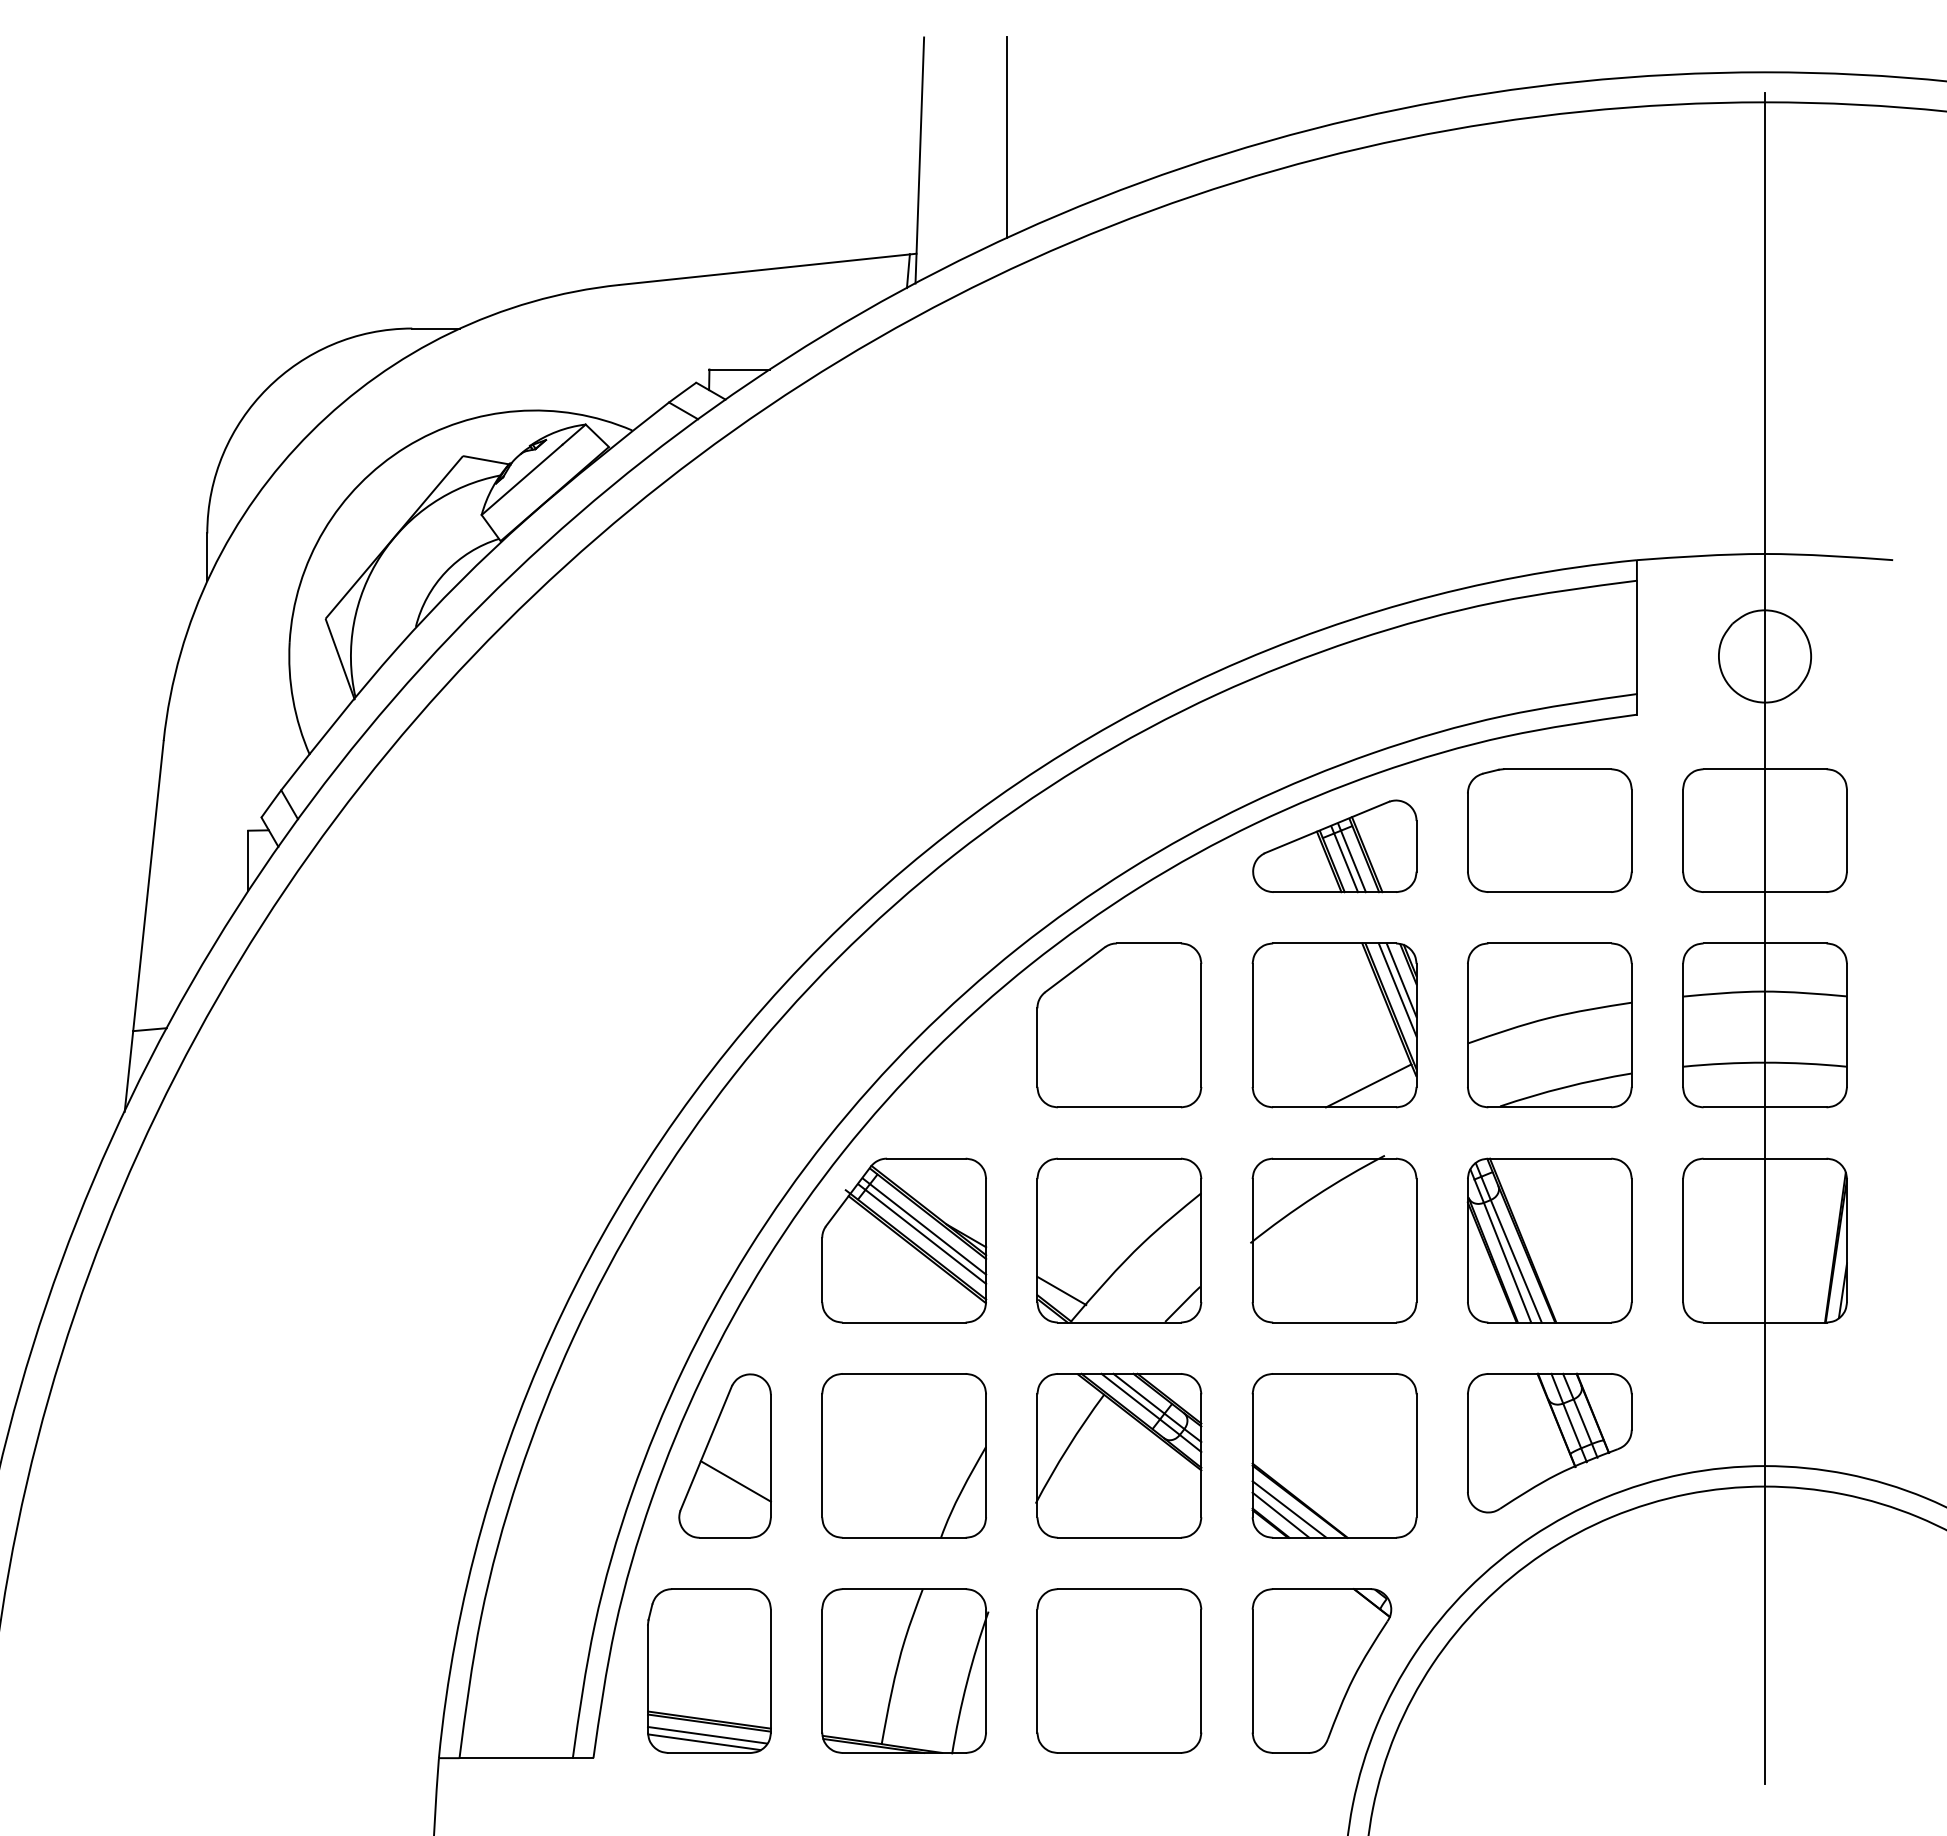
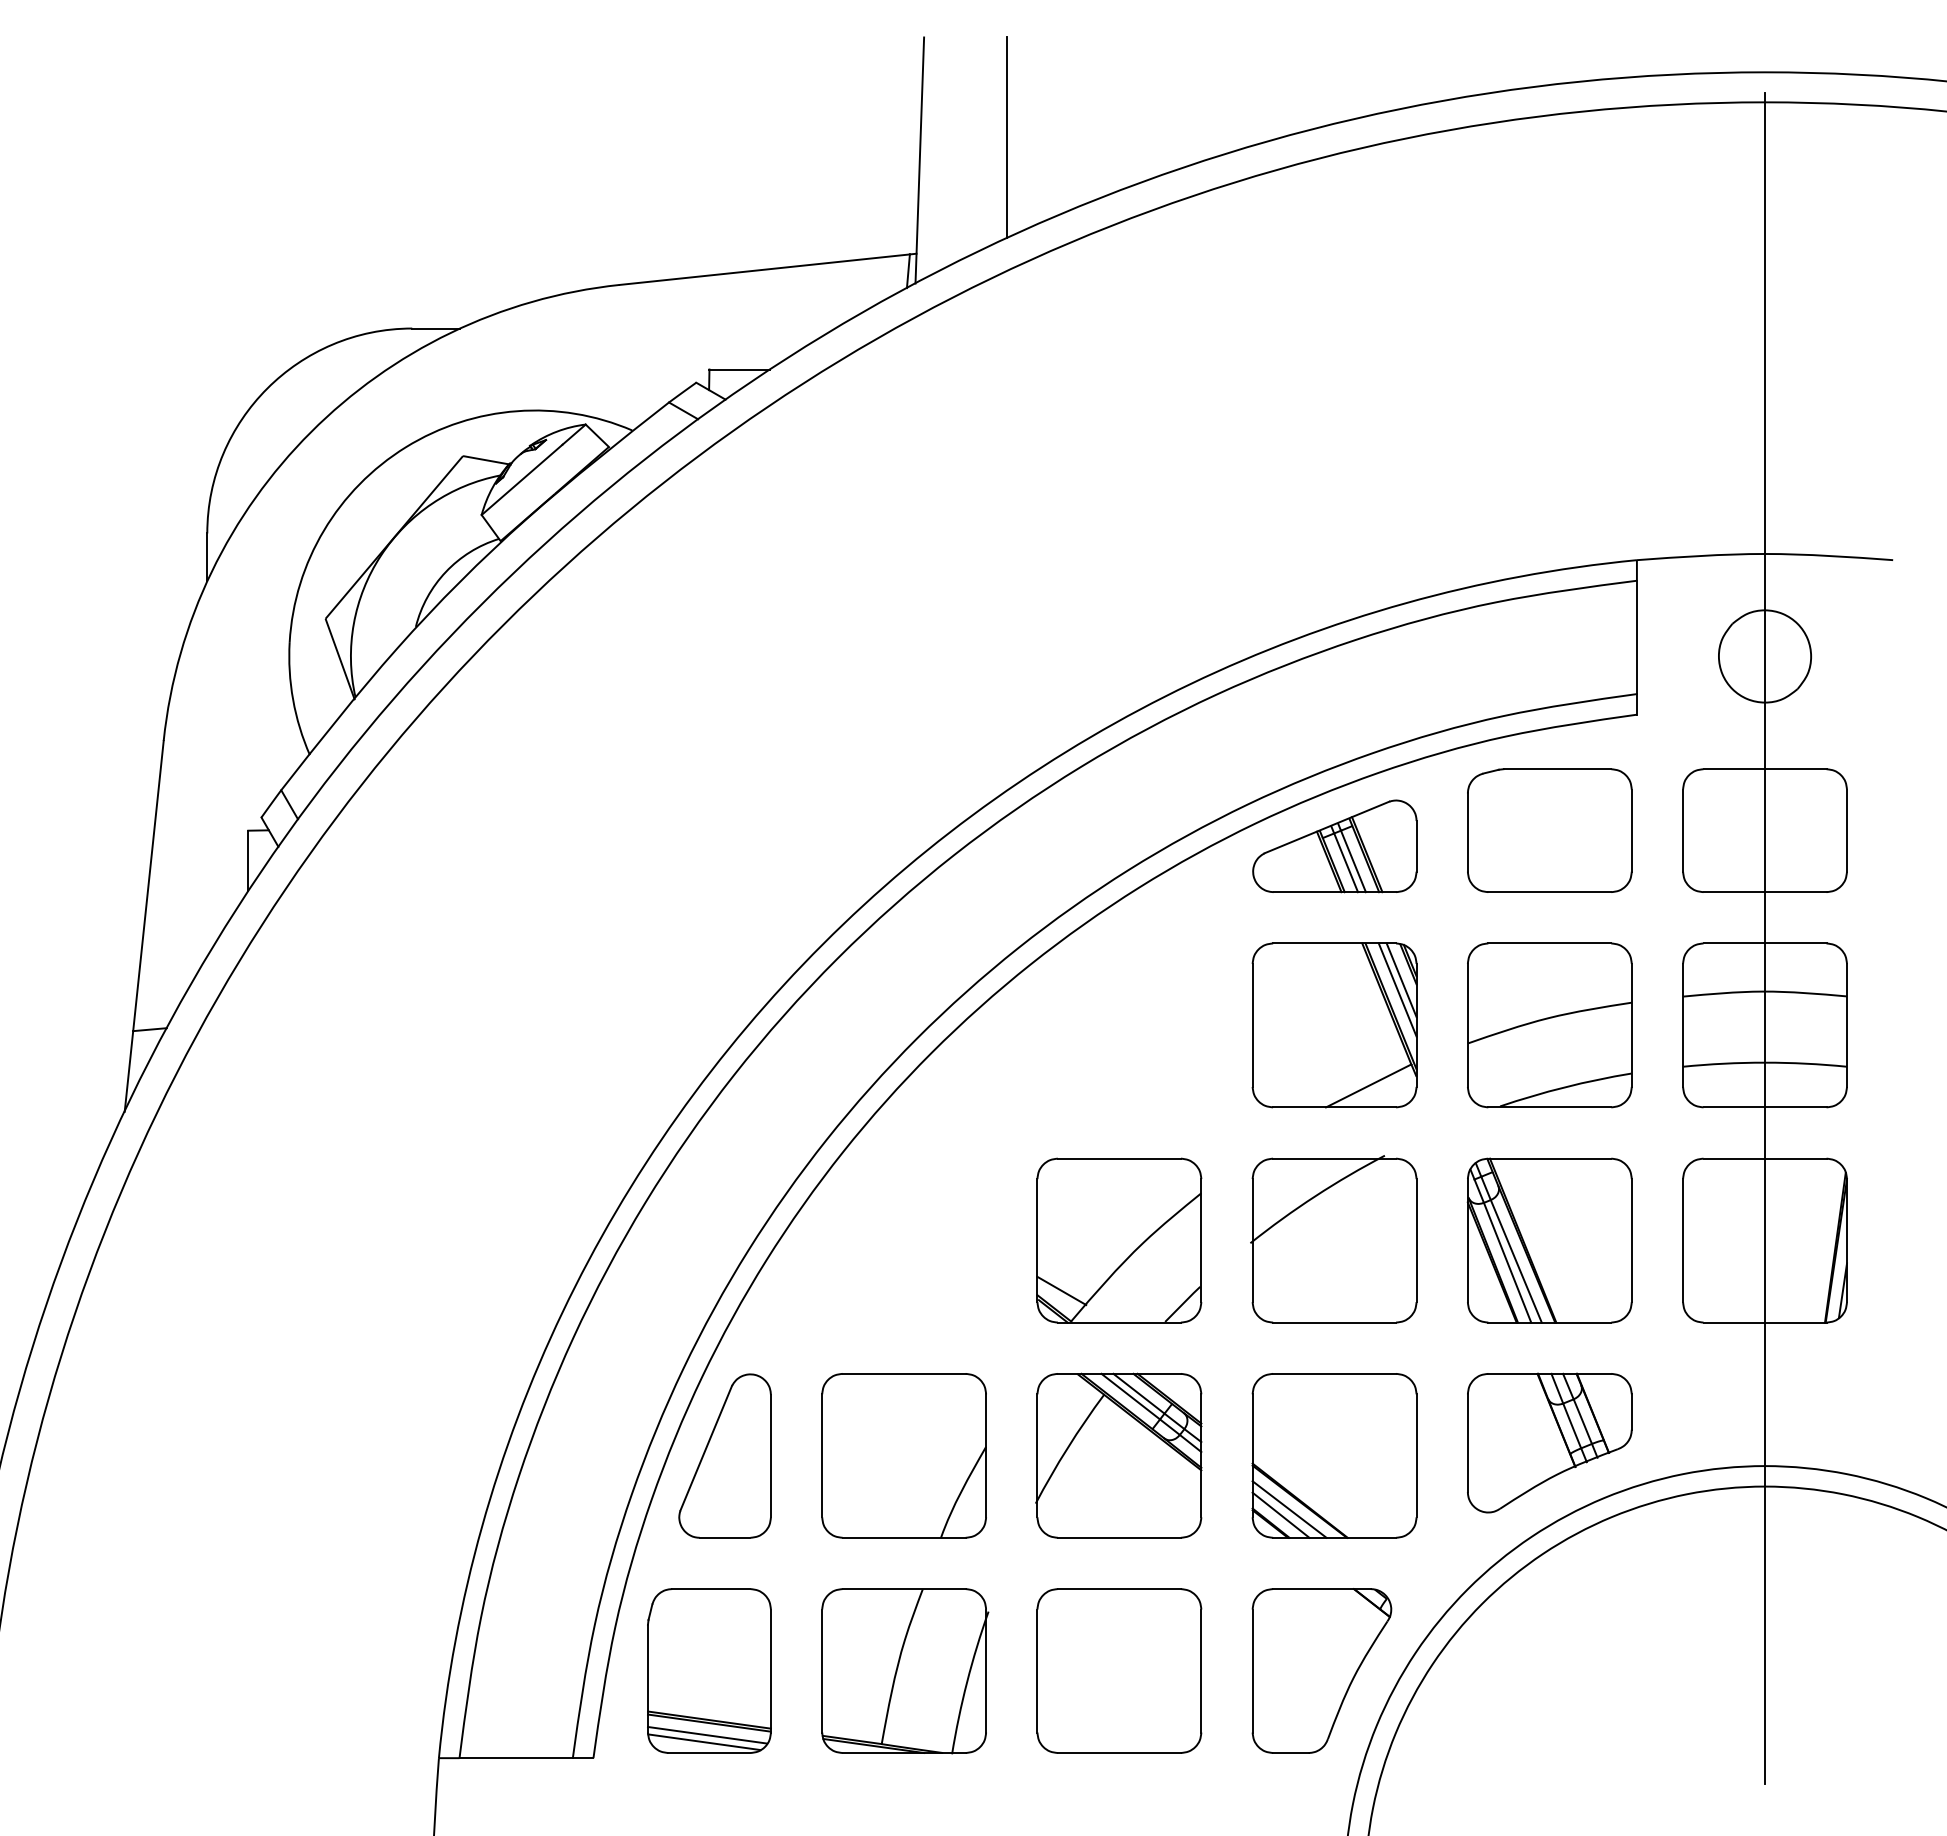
part at (1119, 1025): present -> none
part at (904, 1240): present -> none
line at (735, 1481): present -> none
